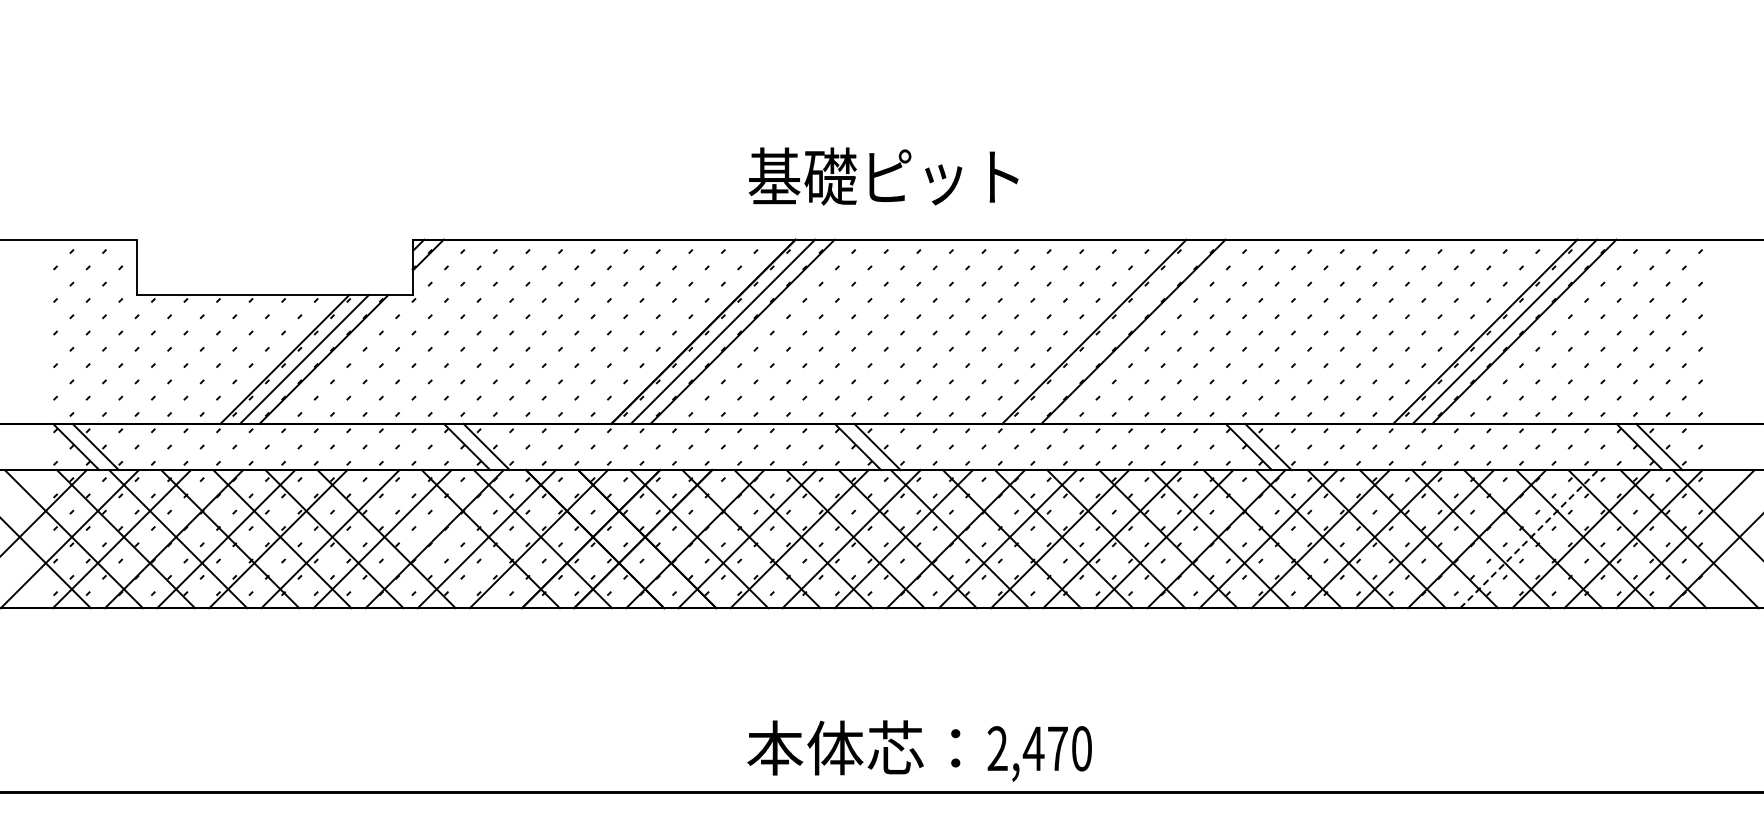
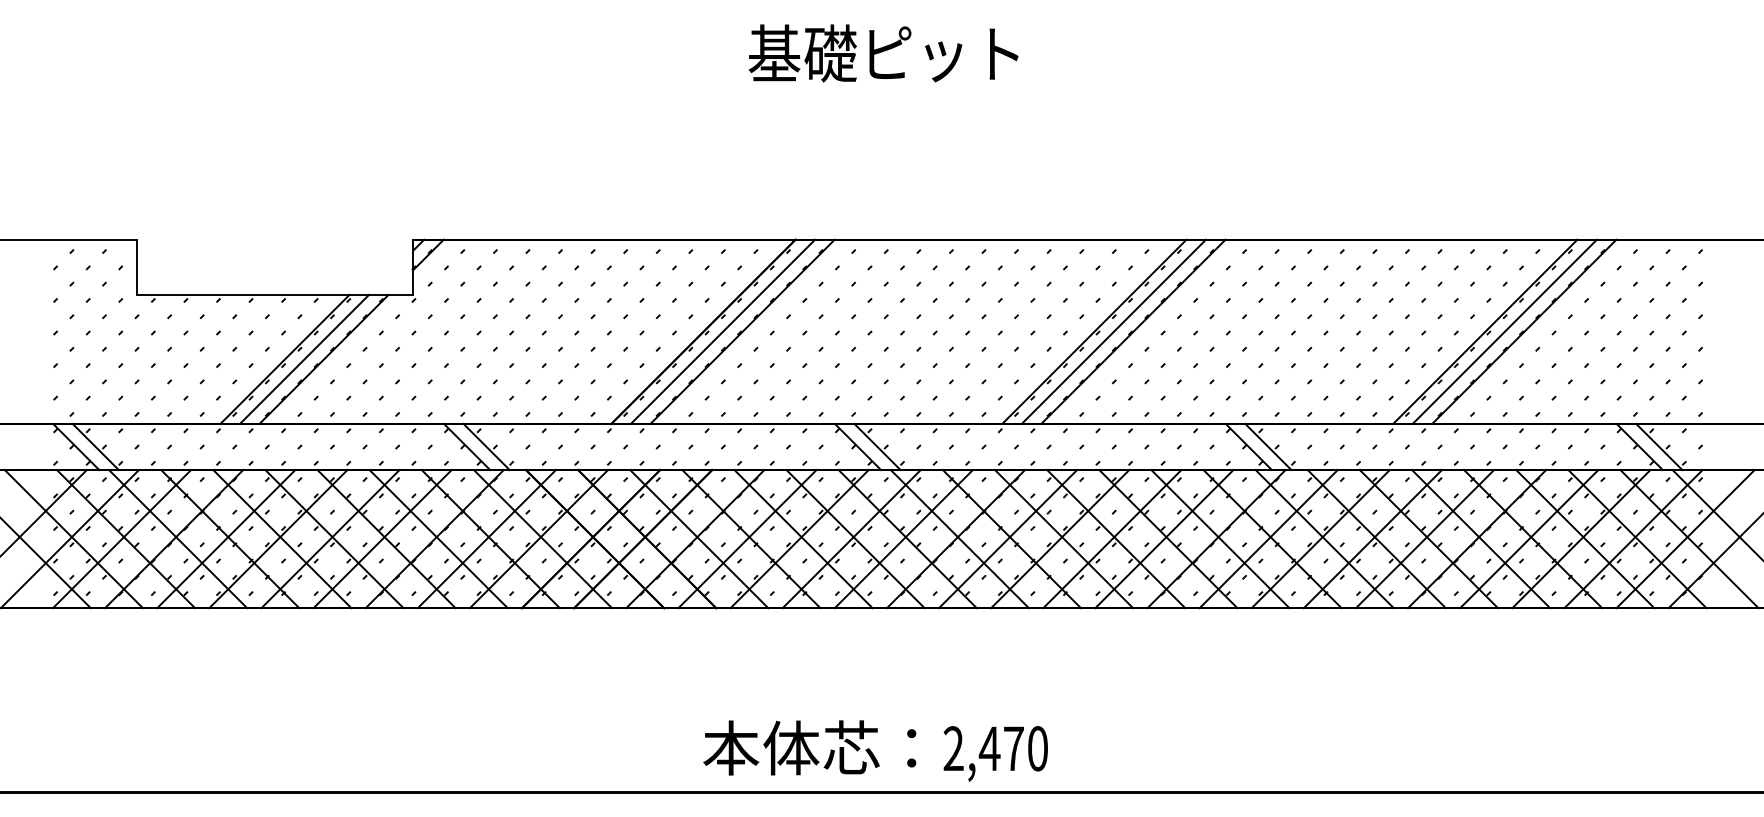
text at (883, 176) position: (883, 176) -> (883, 53)
line at (1113, 331): none -> present
line at (438, 539): none -> present
line at (1529, 539): dashed -> solid
text at (919, 750) position: (919, 750) -> (875, 750)
